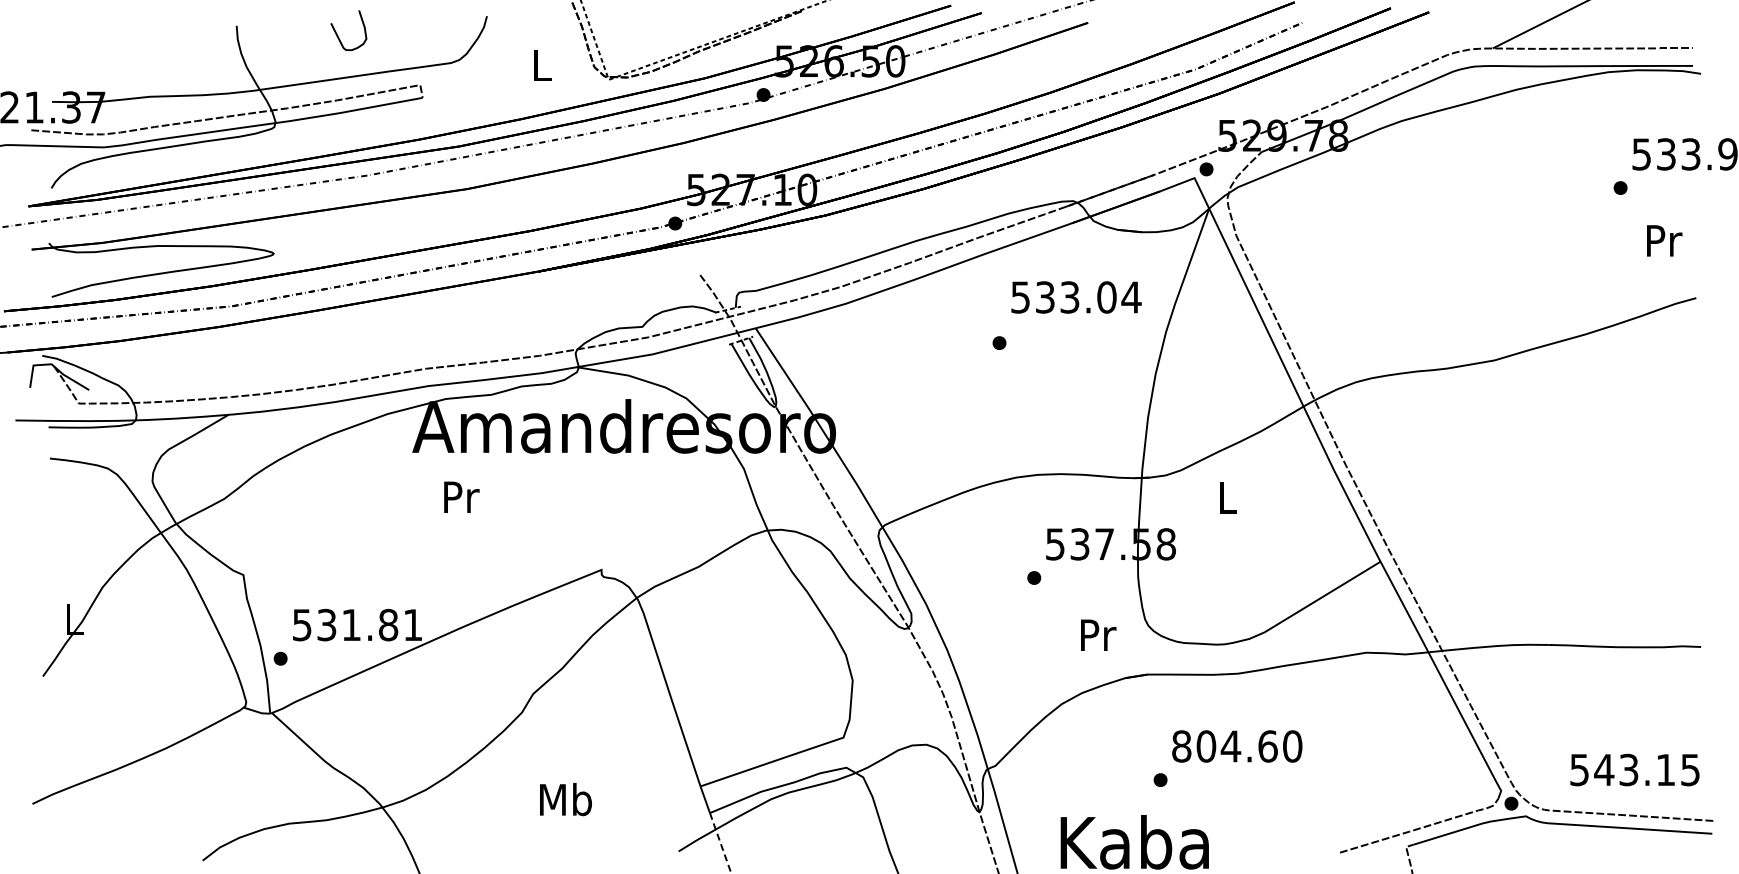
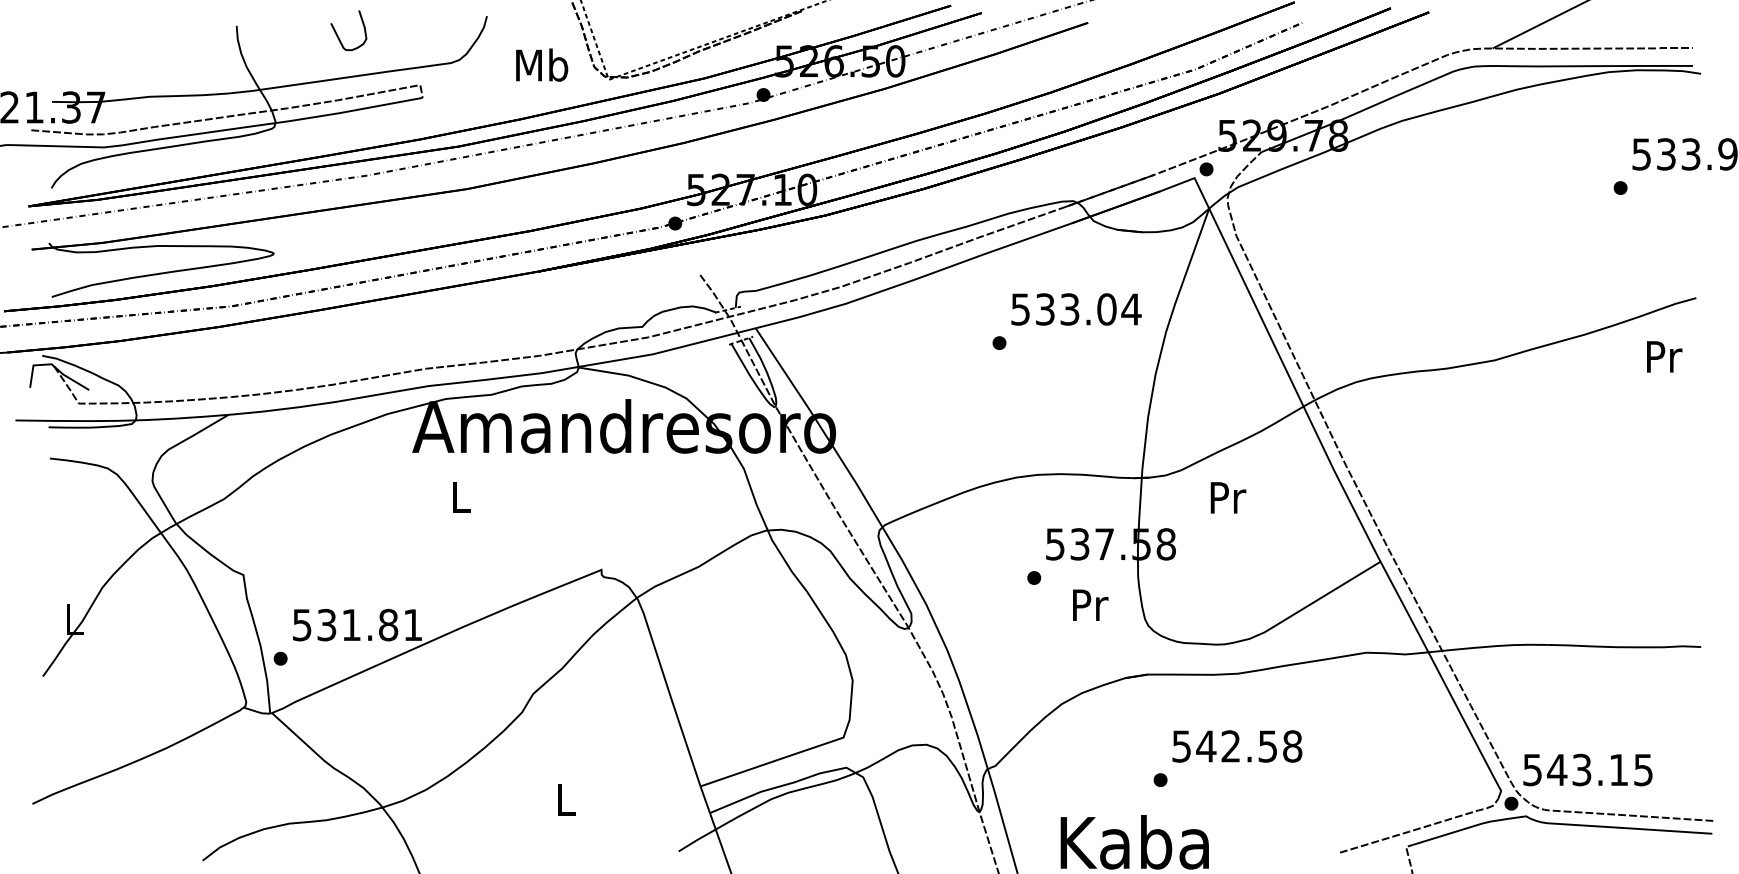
text at (542, 64): L -> Mb
text at (1664, 240) position: (1664, 240) -> (1664, 356)
text at (1076, 297) position: (1076, 297) -> (1076, 309)
text at (461, 496): Pr -> L
text at (1228, 497): L -> Pr
text at (1098, 634) position: (1098, 634) -> (1090, 604)
text at (1237, 746): 804.60 -> 542.58
text at (1634, 769) position: (1634, 769) -> (1587, 769)
text at (565, 799): Mb -> L
line at (720, 843): dashed -> solid
